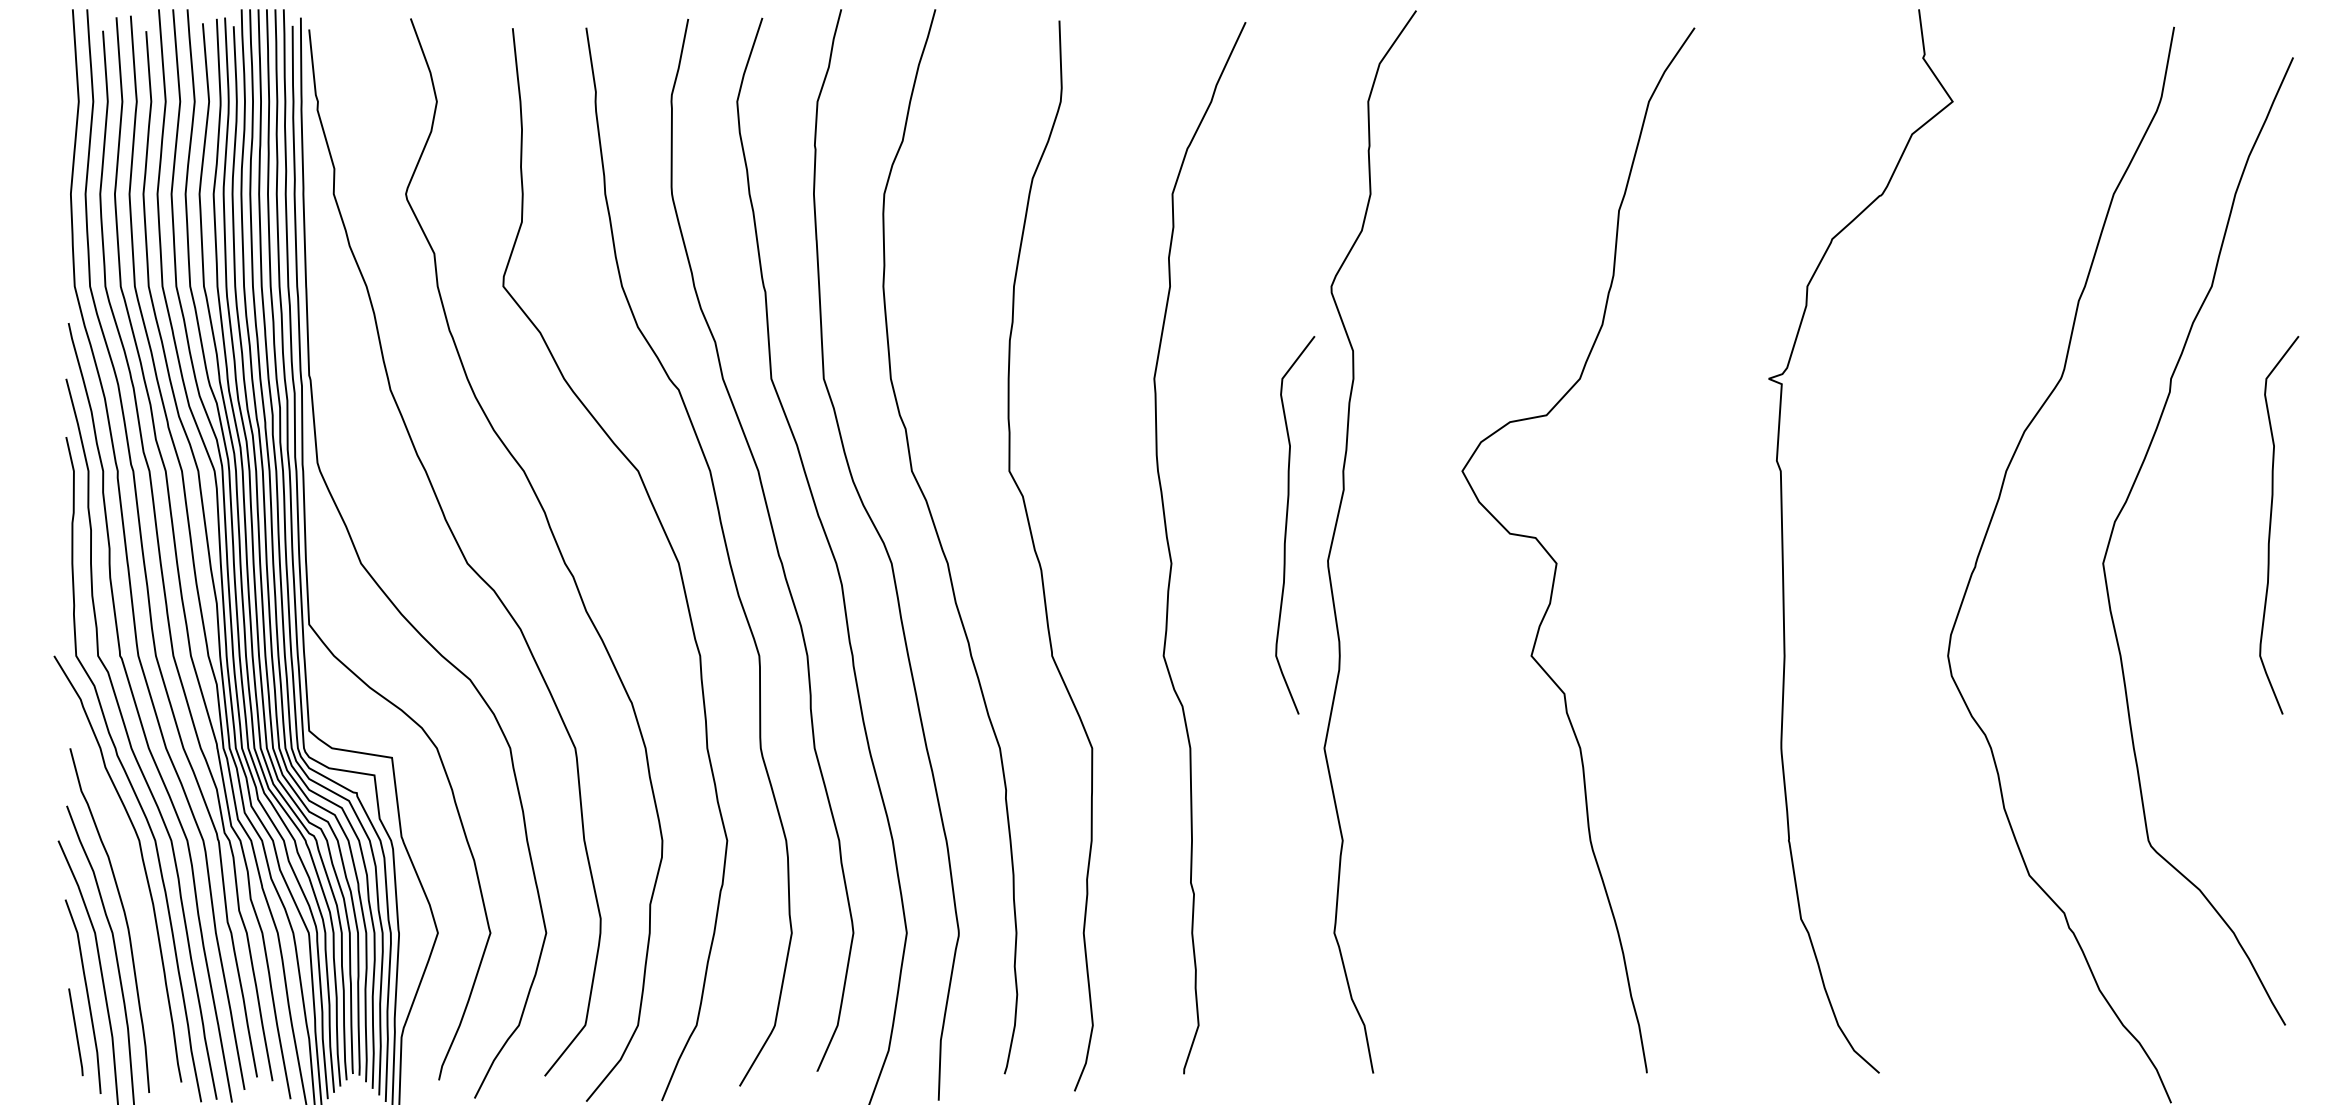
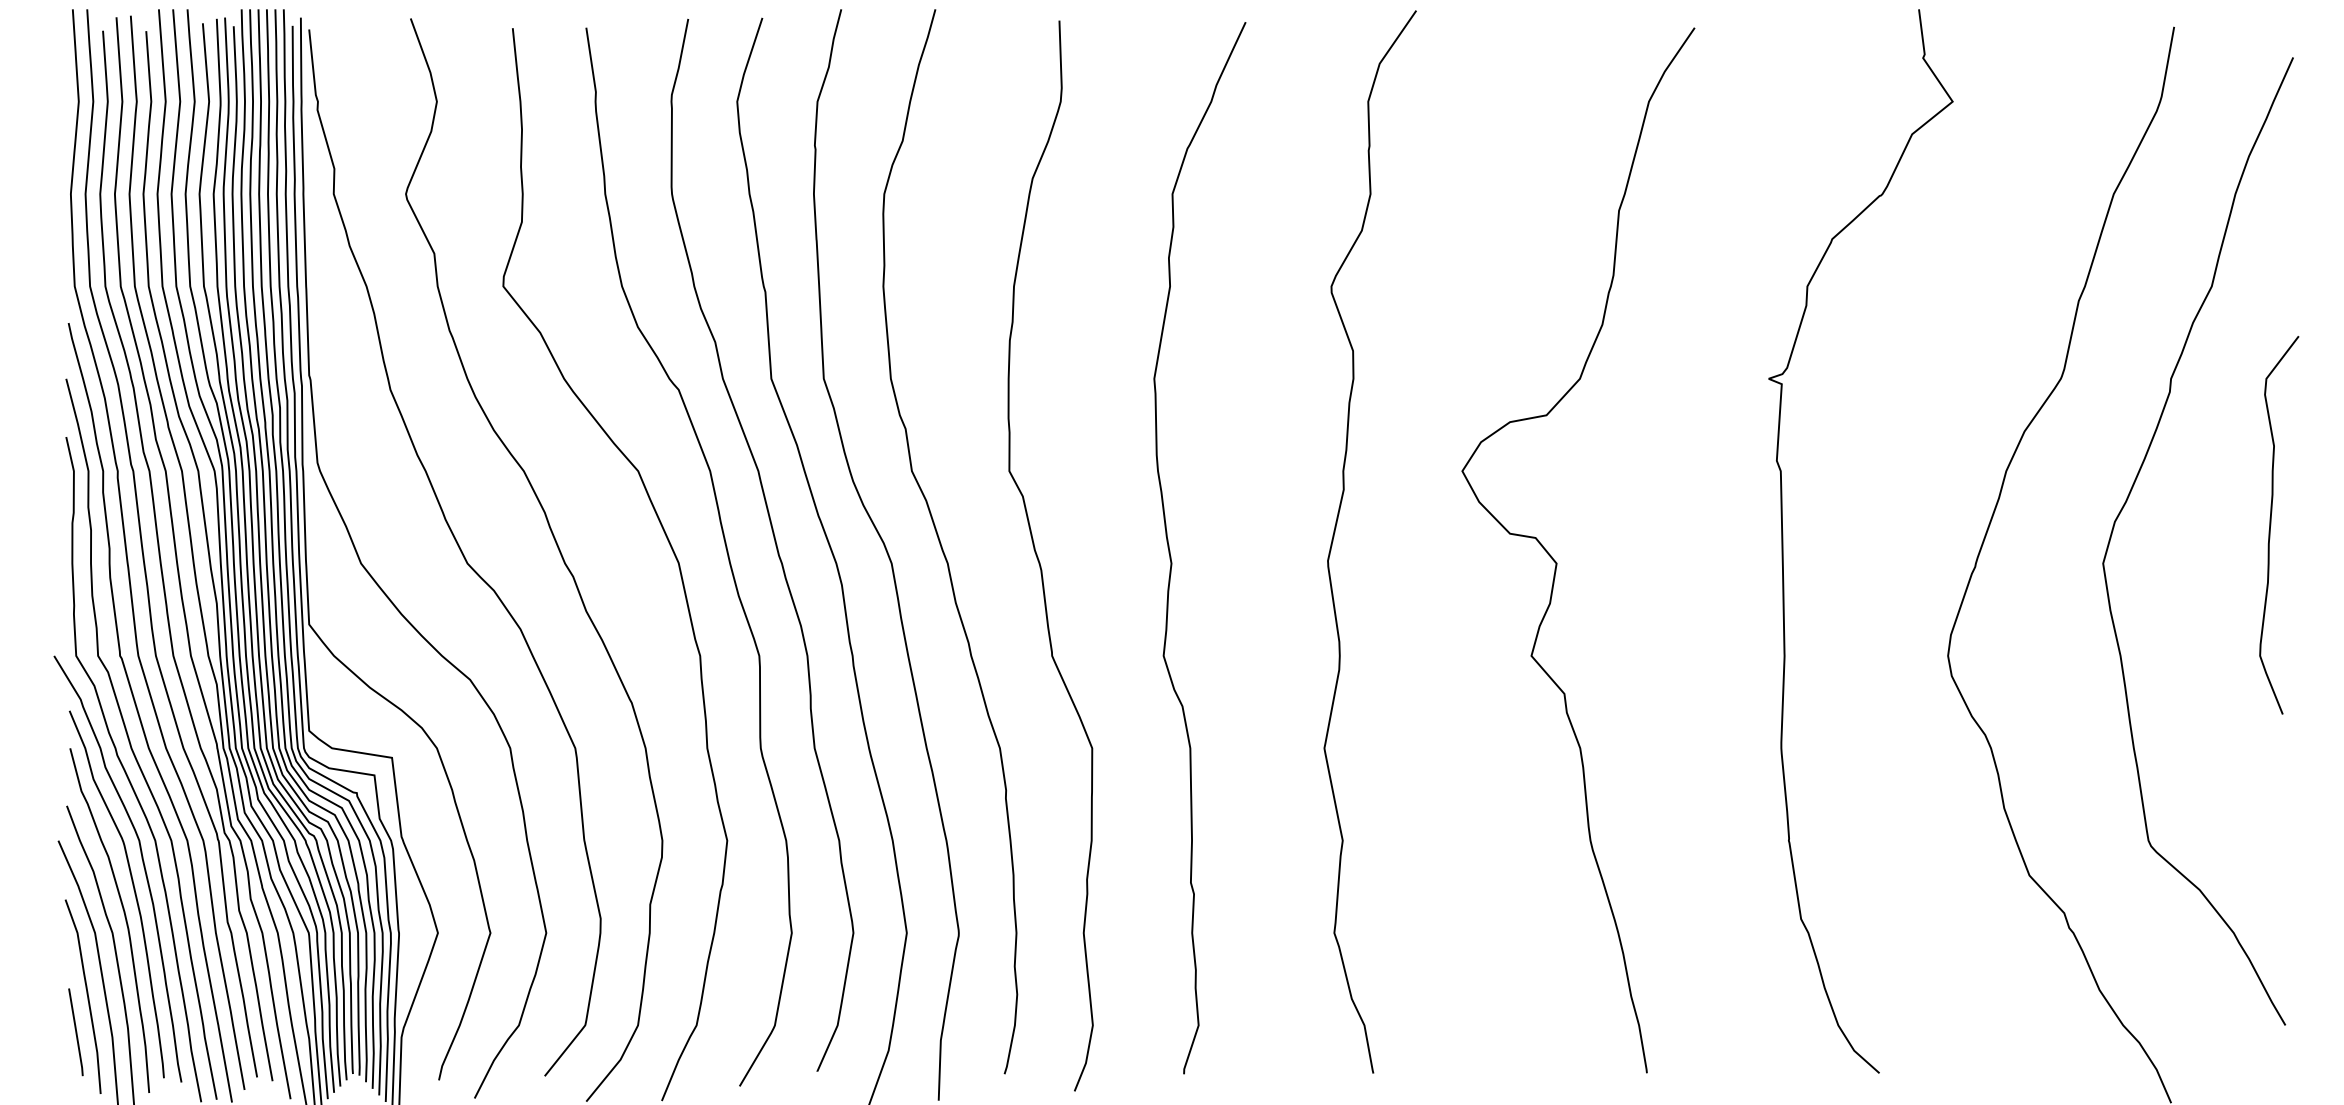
curve at (1287, 525): present -> none
curve at (133, 890): none -> present
